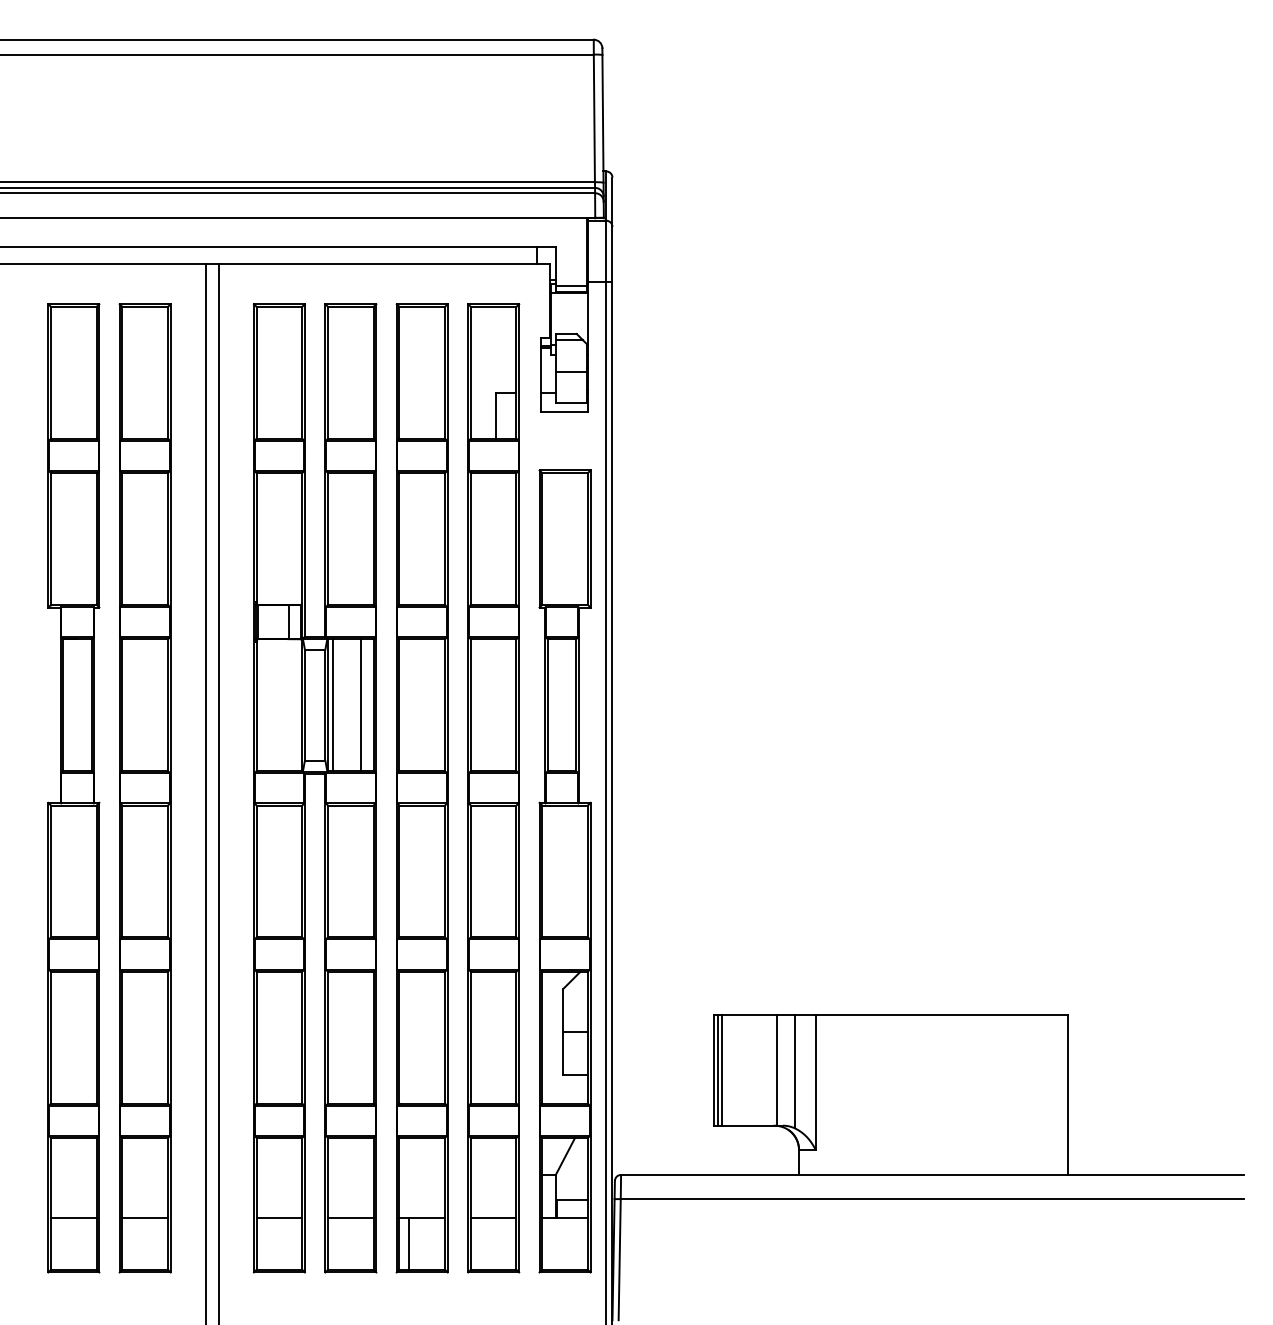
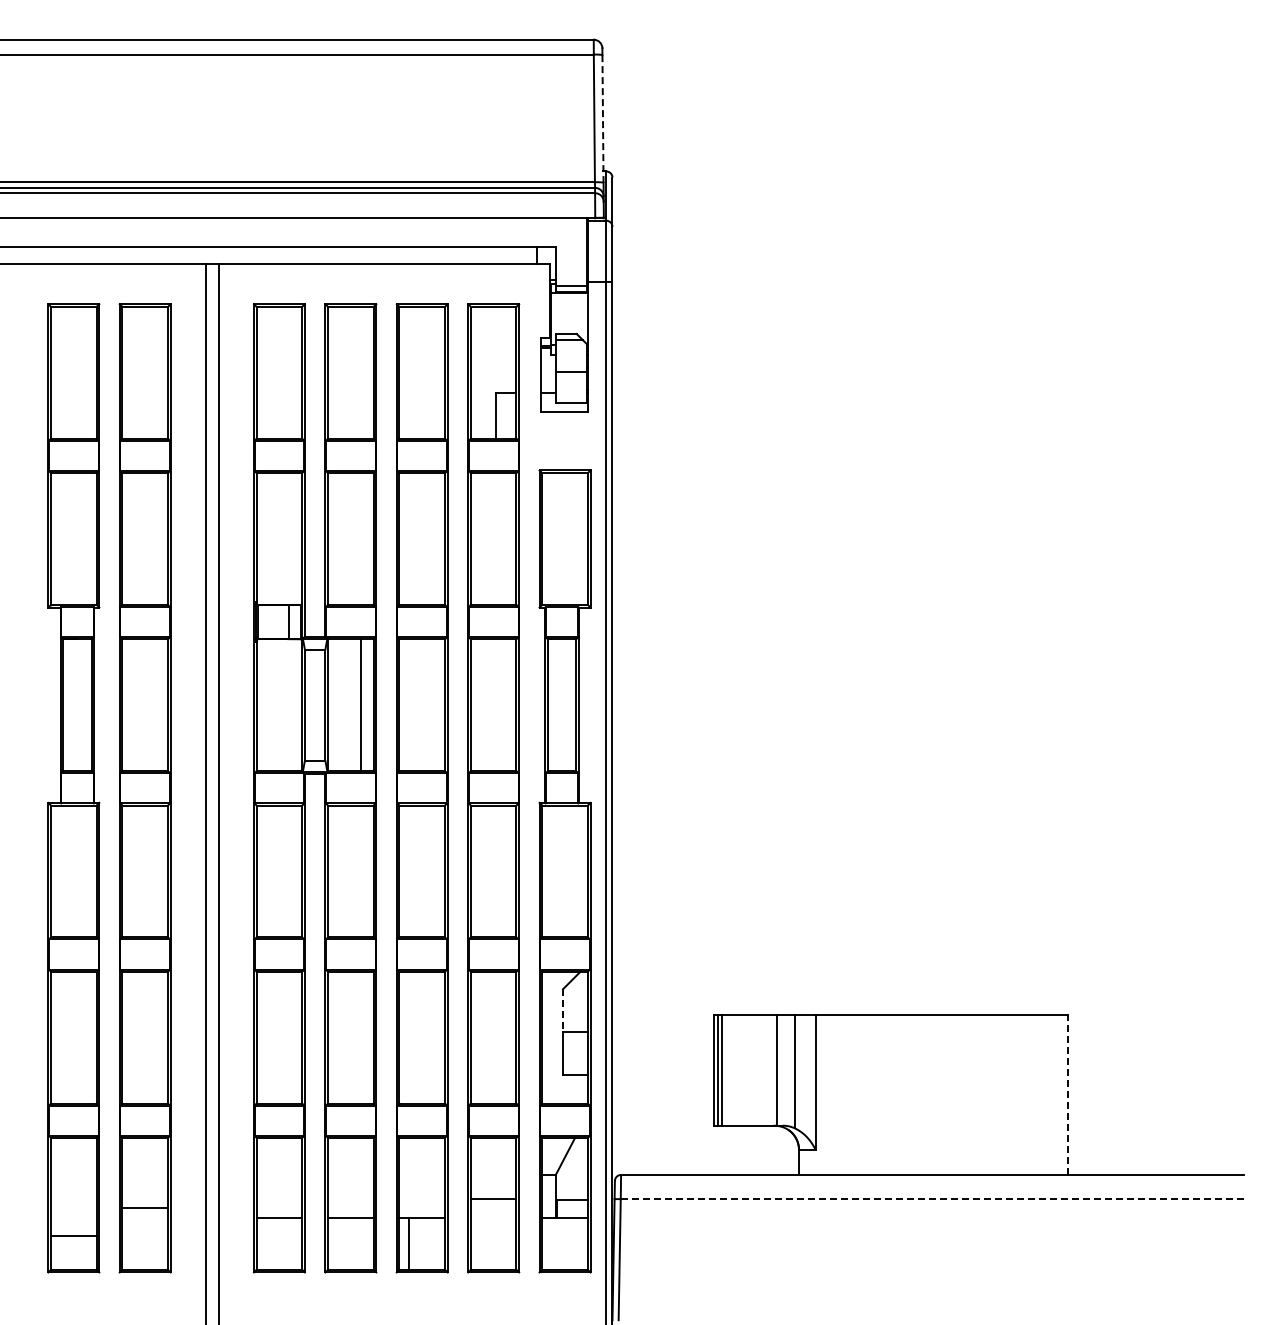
line at (603, 118): solid -> dashed
line at (333, 705): present -> none
line at (563, 1010): solid -> dashed
line at (1068, 1094): solid -> dashed
line at (932, 1199): solid -> dashed
line at (73, 1218) position: (73, 1218) -> (73, 1236)
line at (145, 1218) position: (145, 1218) -> (145, 1208)
line at (493, 1218) position: (493, 1218) -> (493, 1199)
